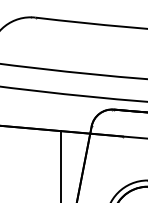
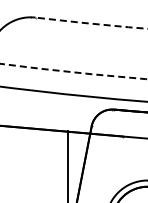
arc at (90, 23): solid -> dashed
arc at (73, 72): solid -> dashed
line at (61, 165) position: (61, 165) -> (68, 165)
